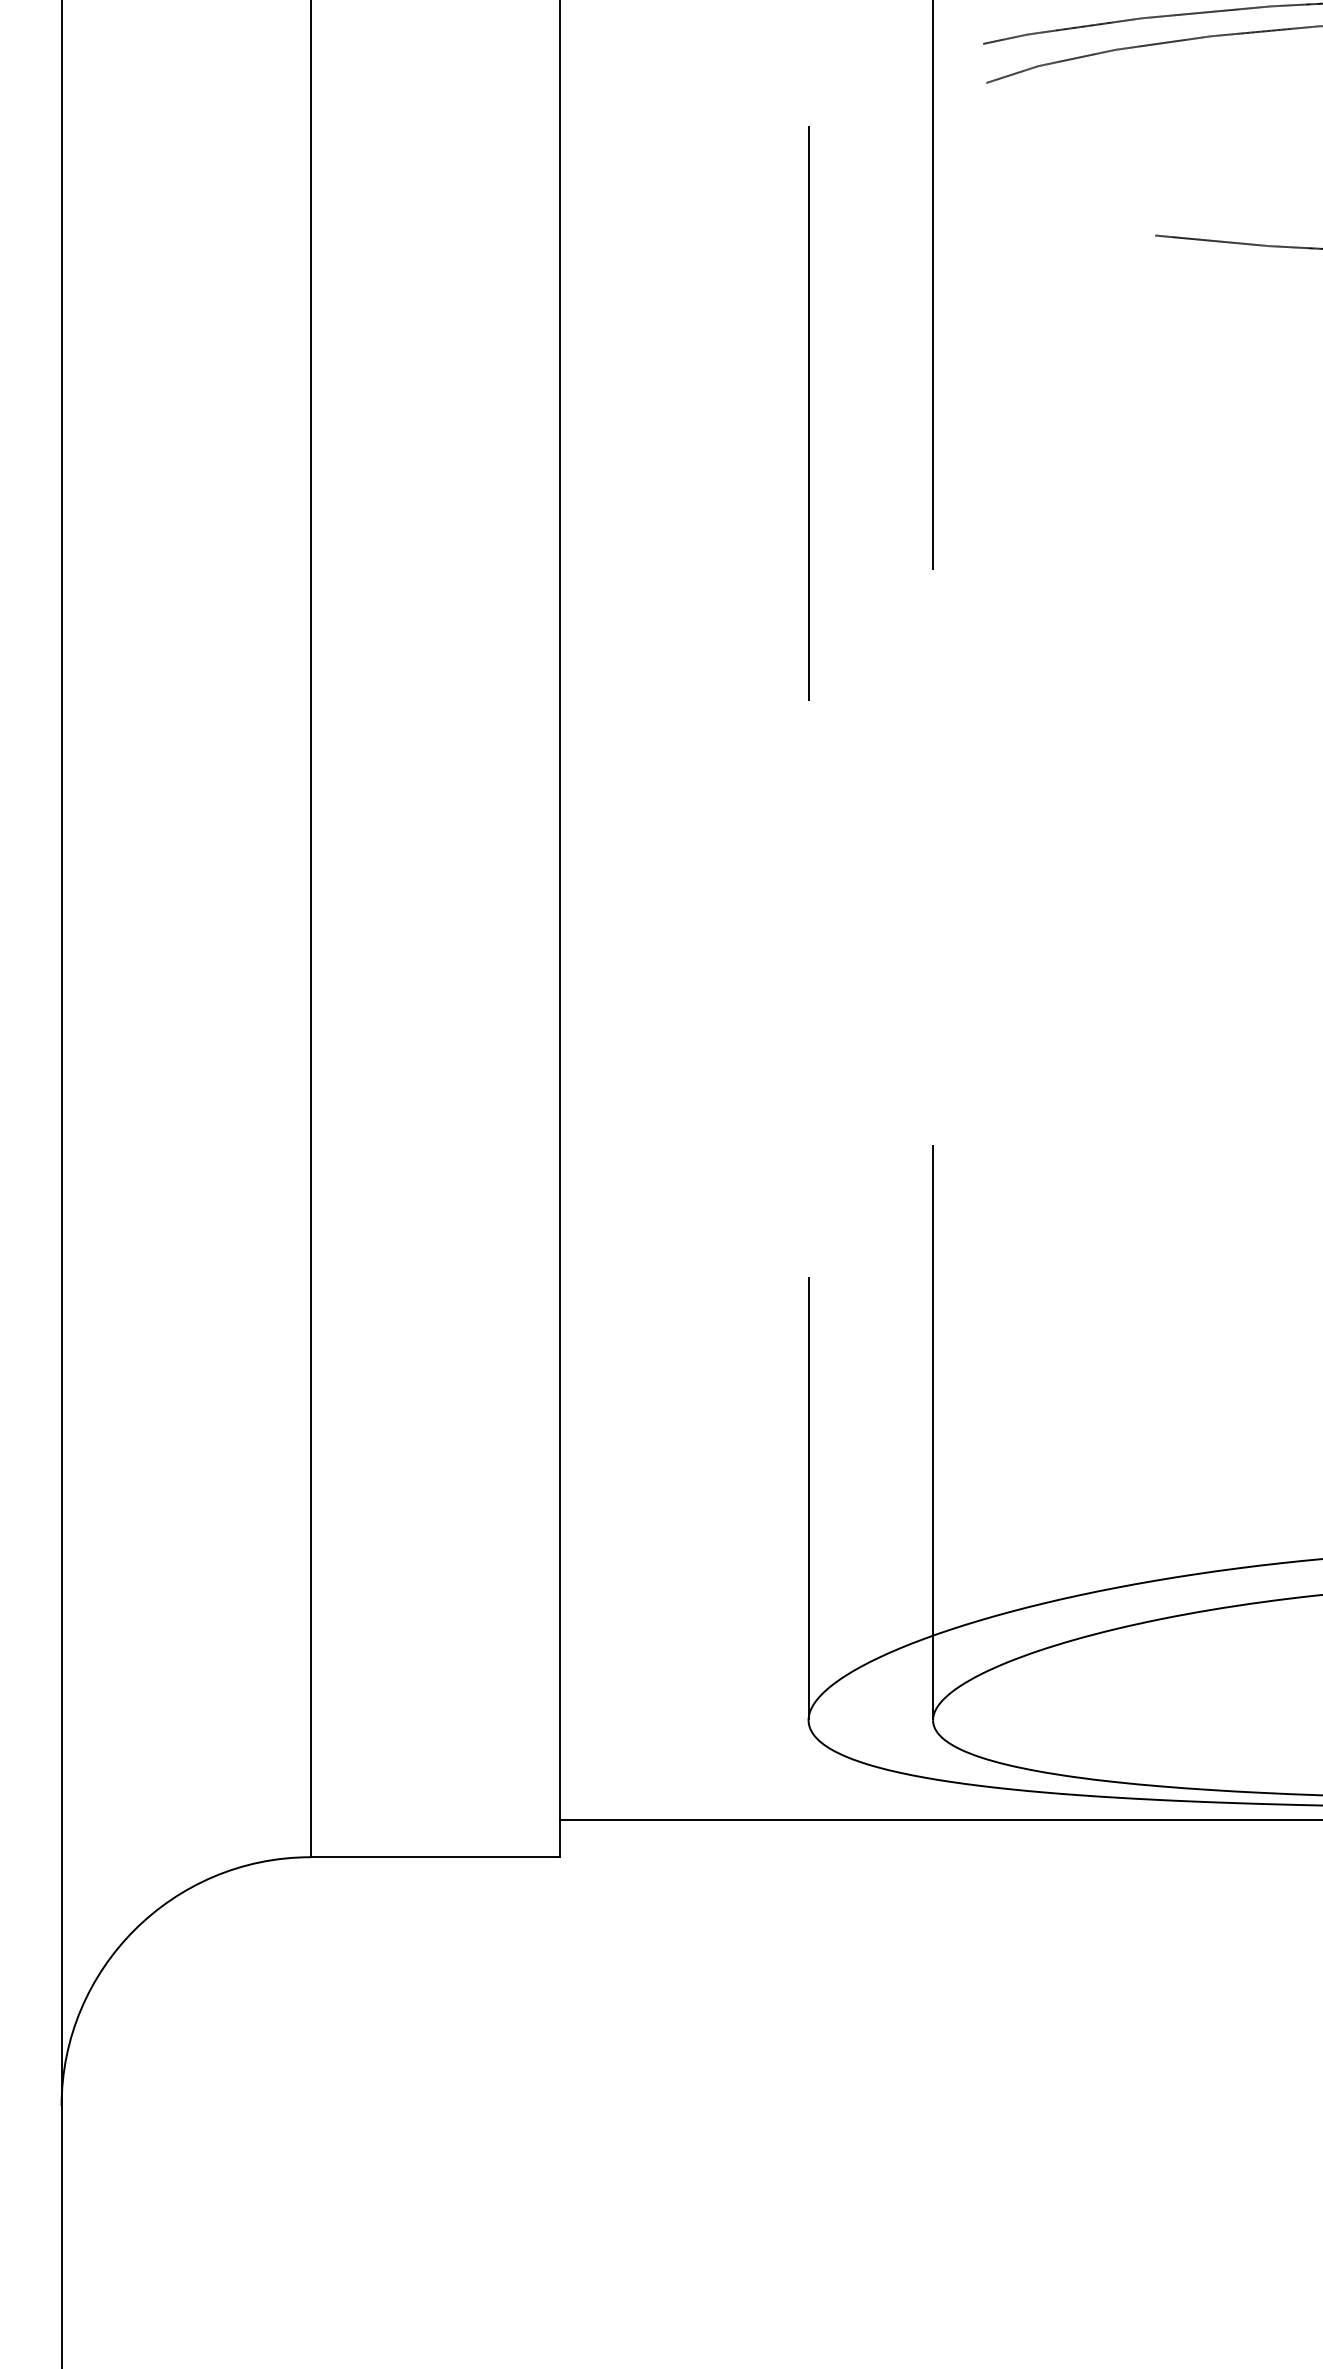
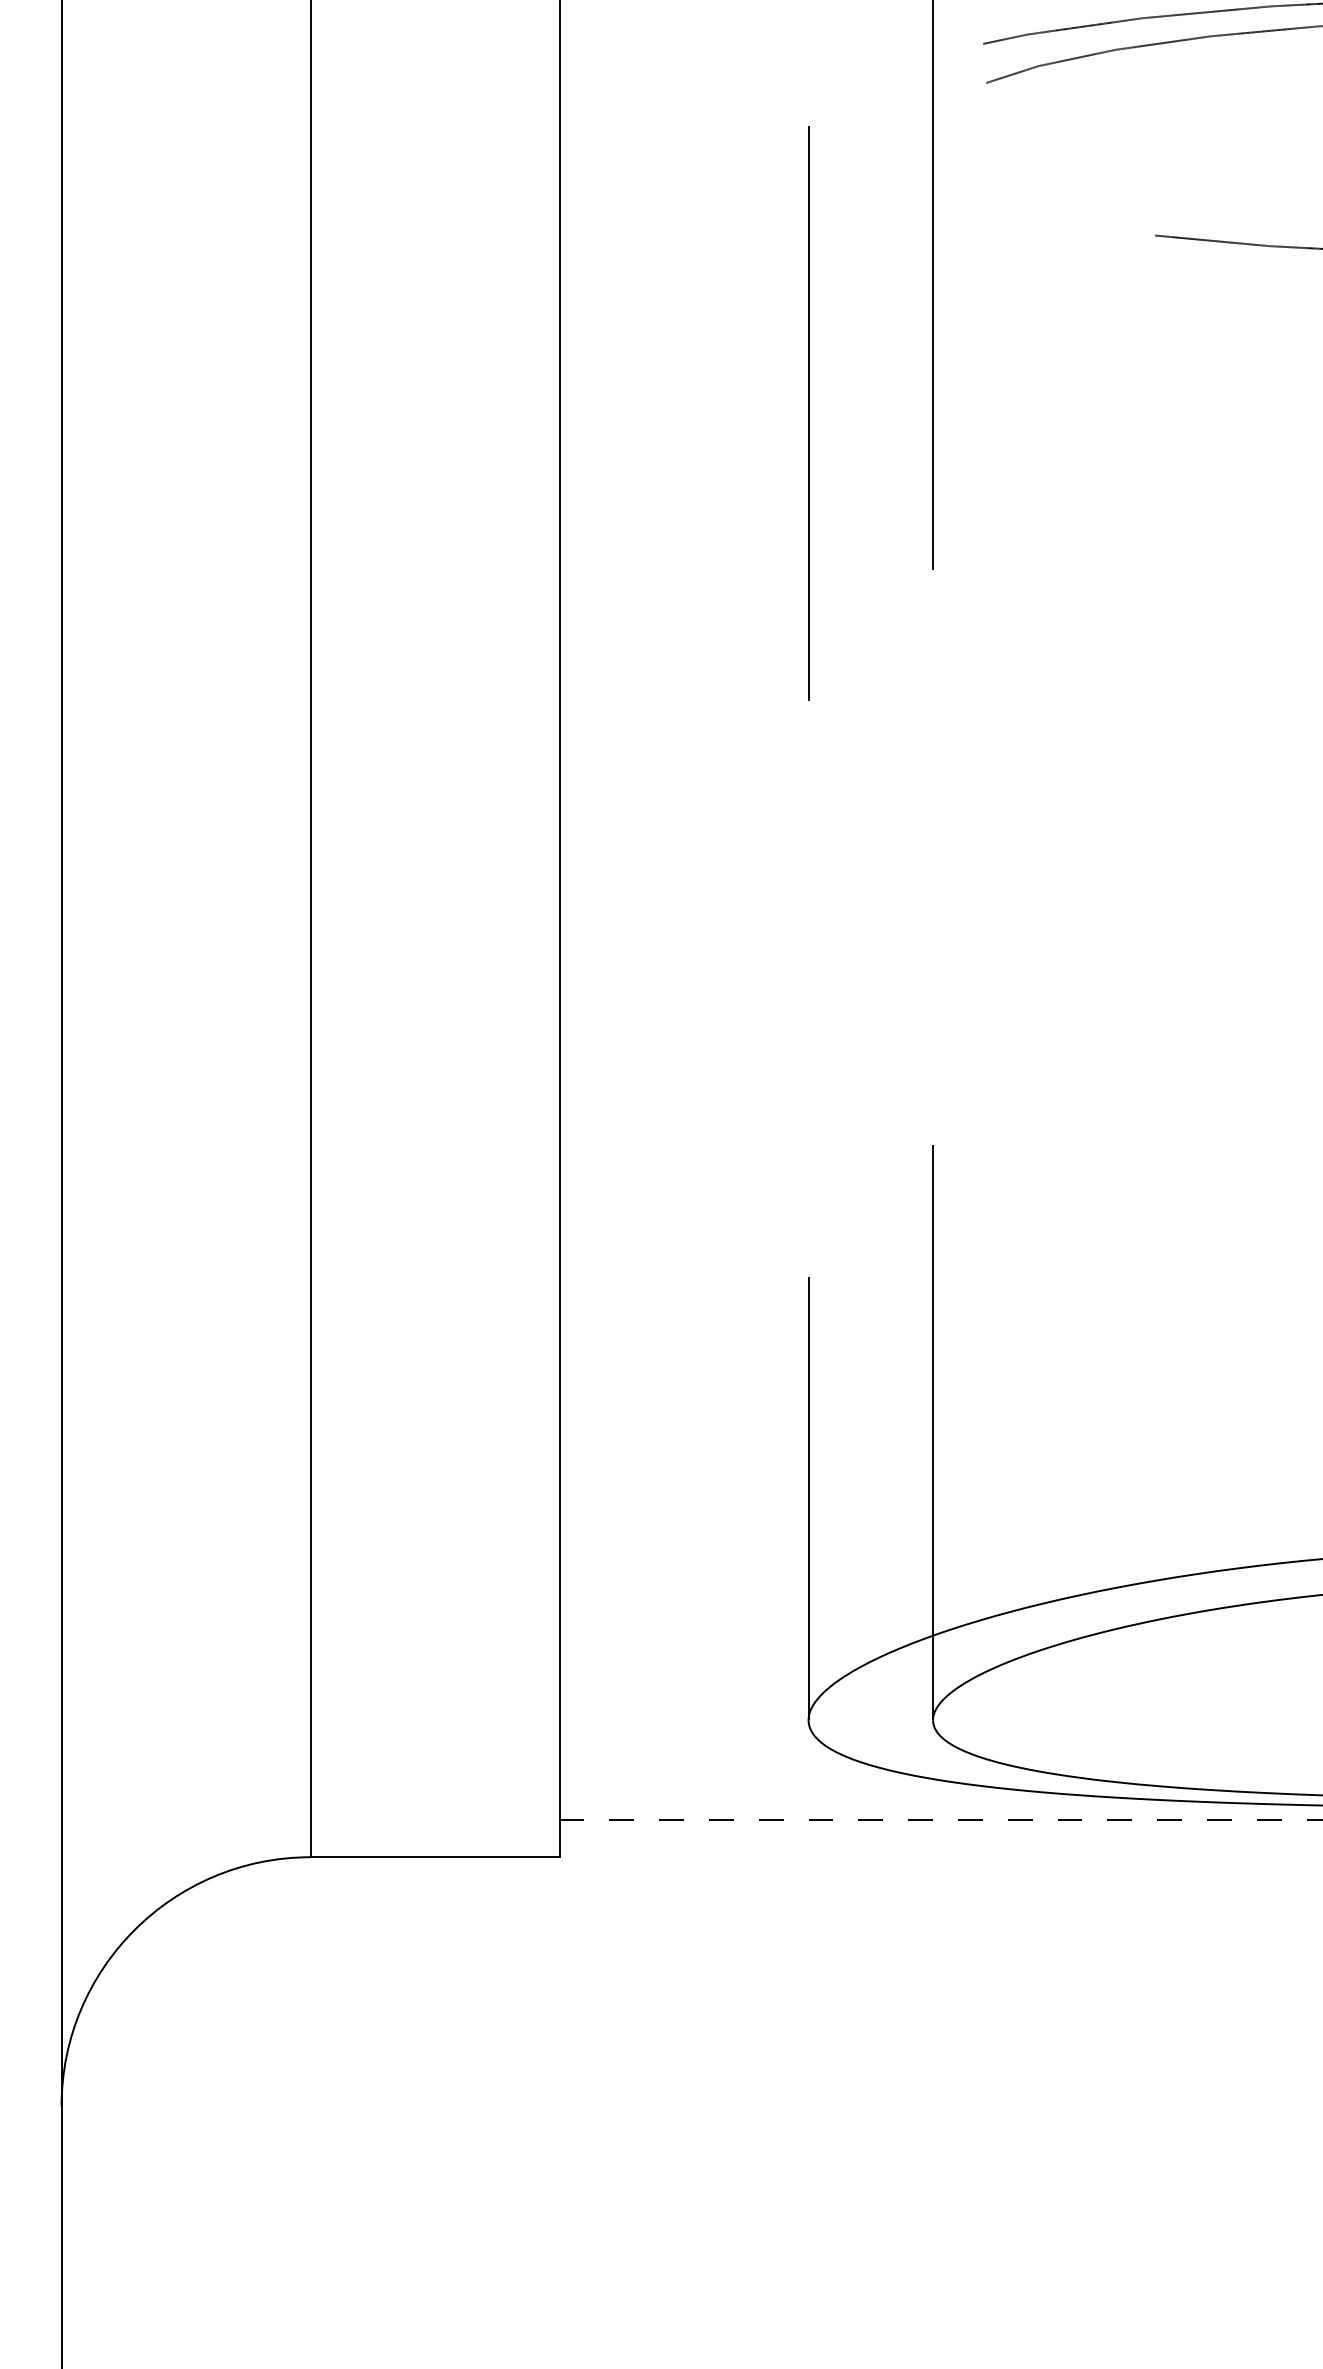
line at (941, 1819): solid -> dashed
